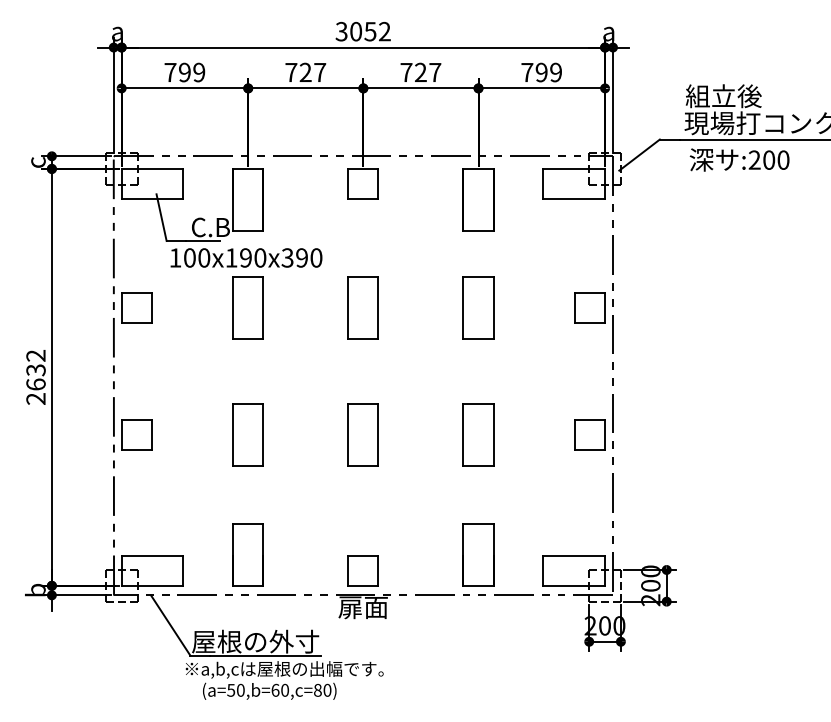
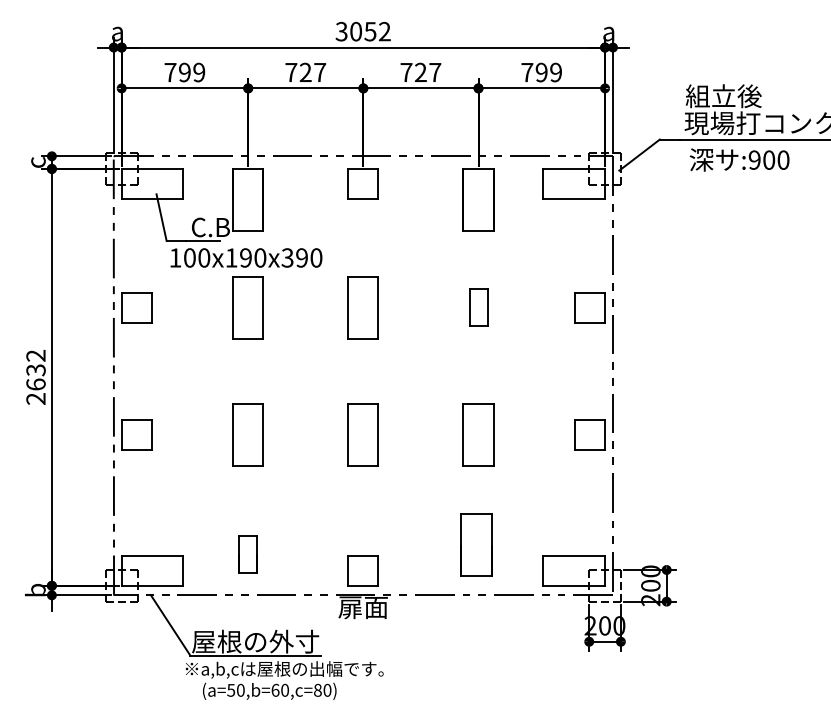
text at (754, 159): :200 -> :900
part at (478, 307) size: 33x64 px -> 20x39 px
part at (247, 554) size: 32x64 px -> 20x39 px
part at (478, 554) position: (478, 554) -> (476, 544)
